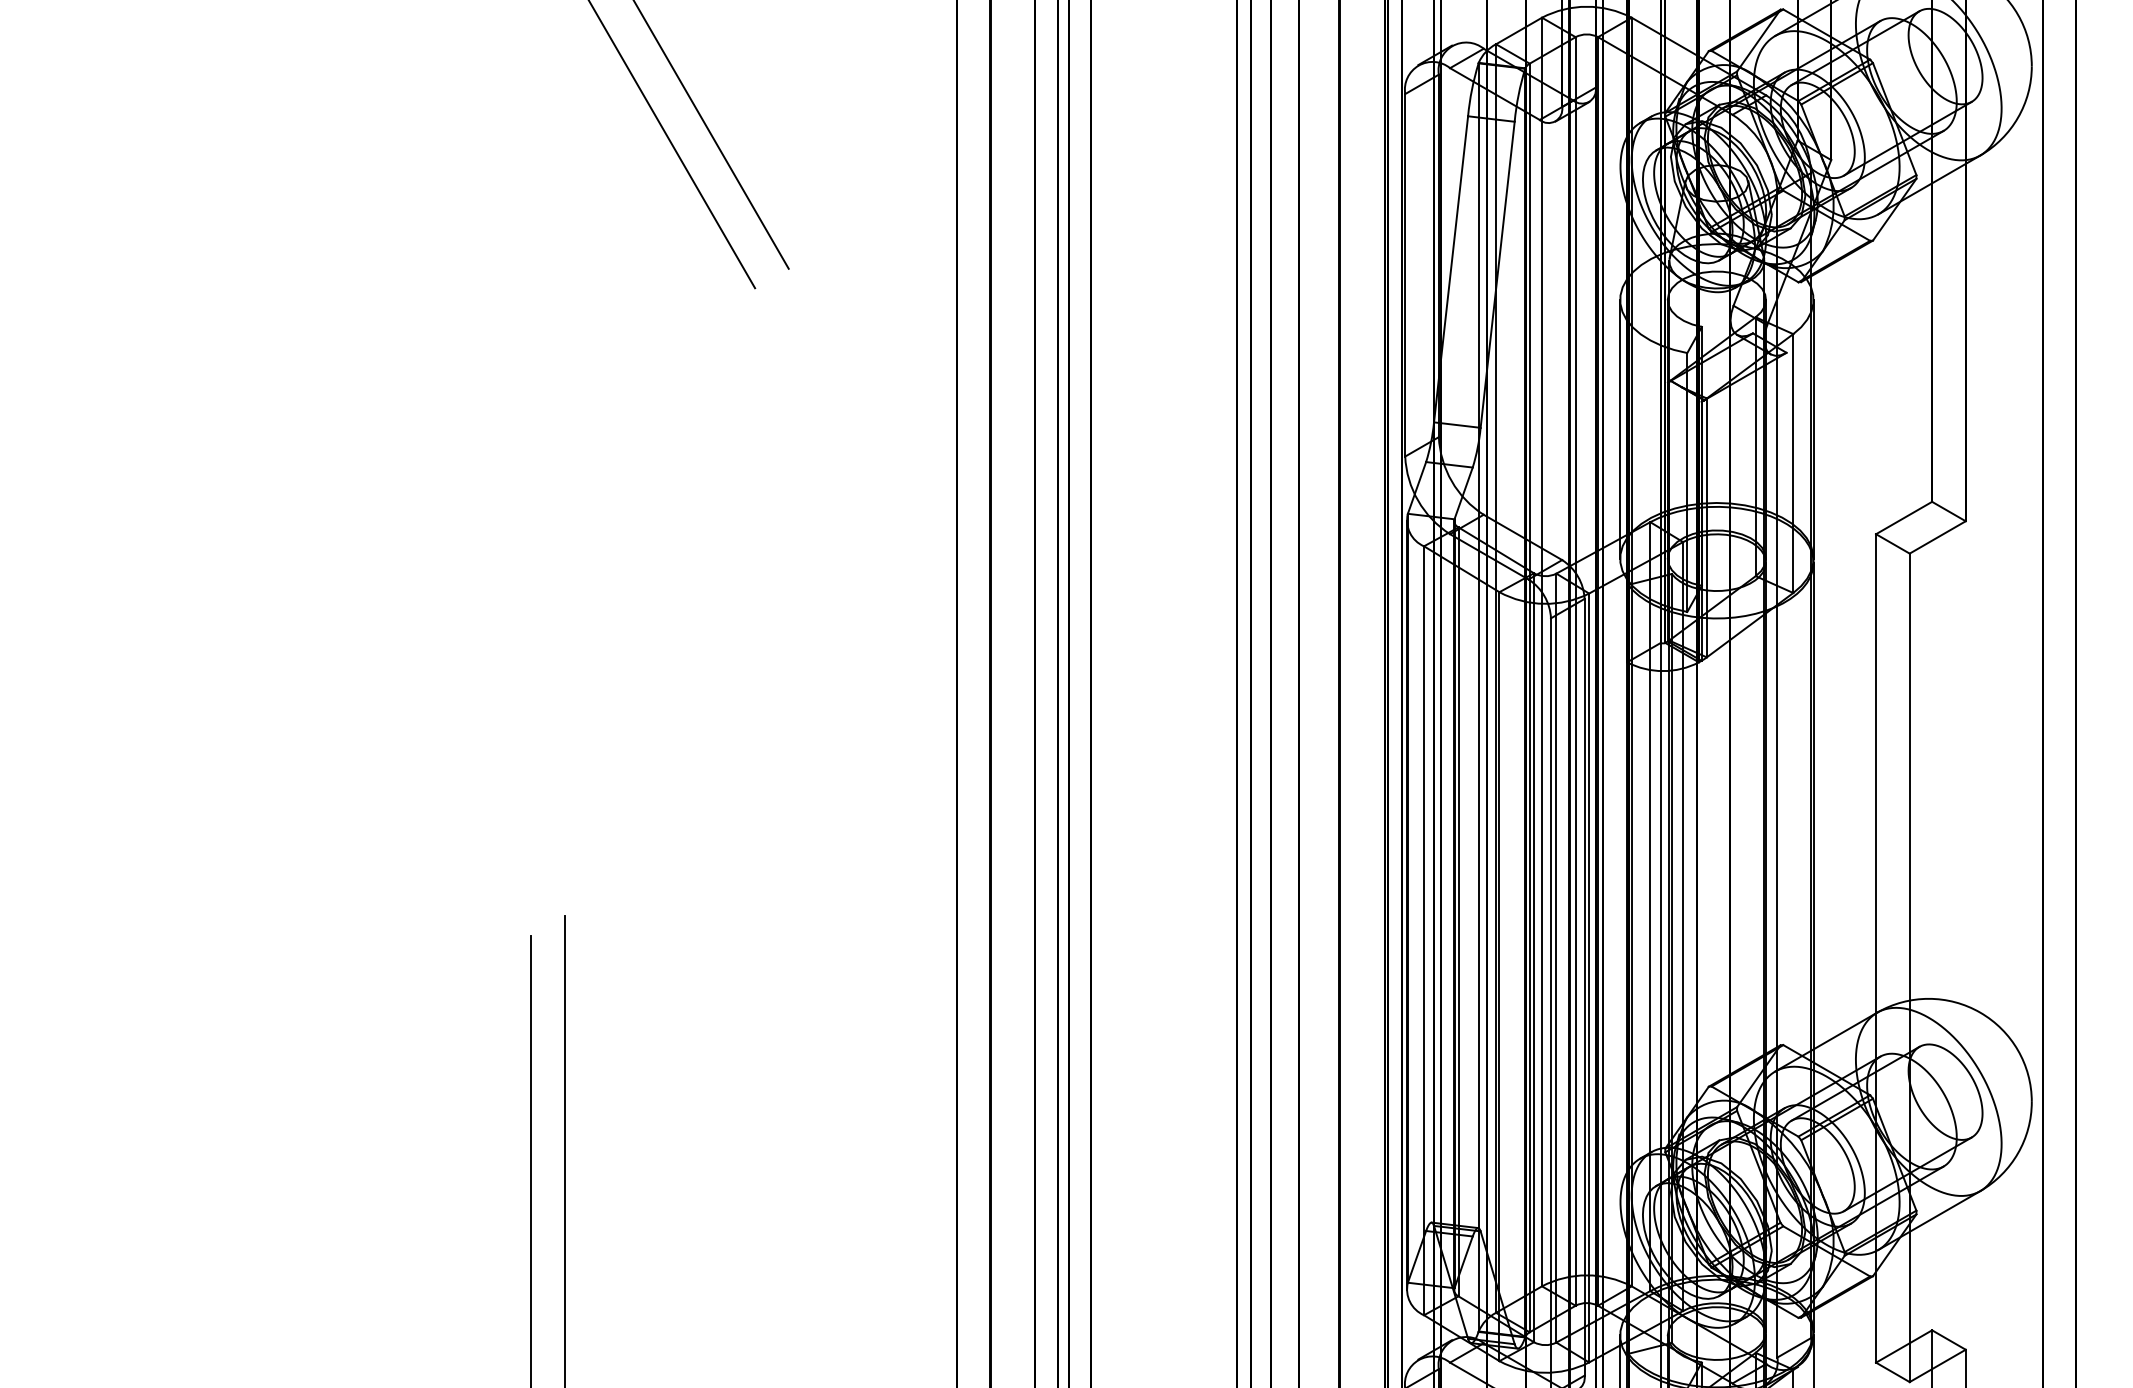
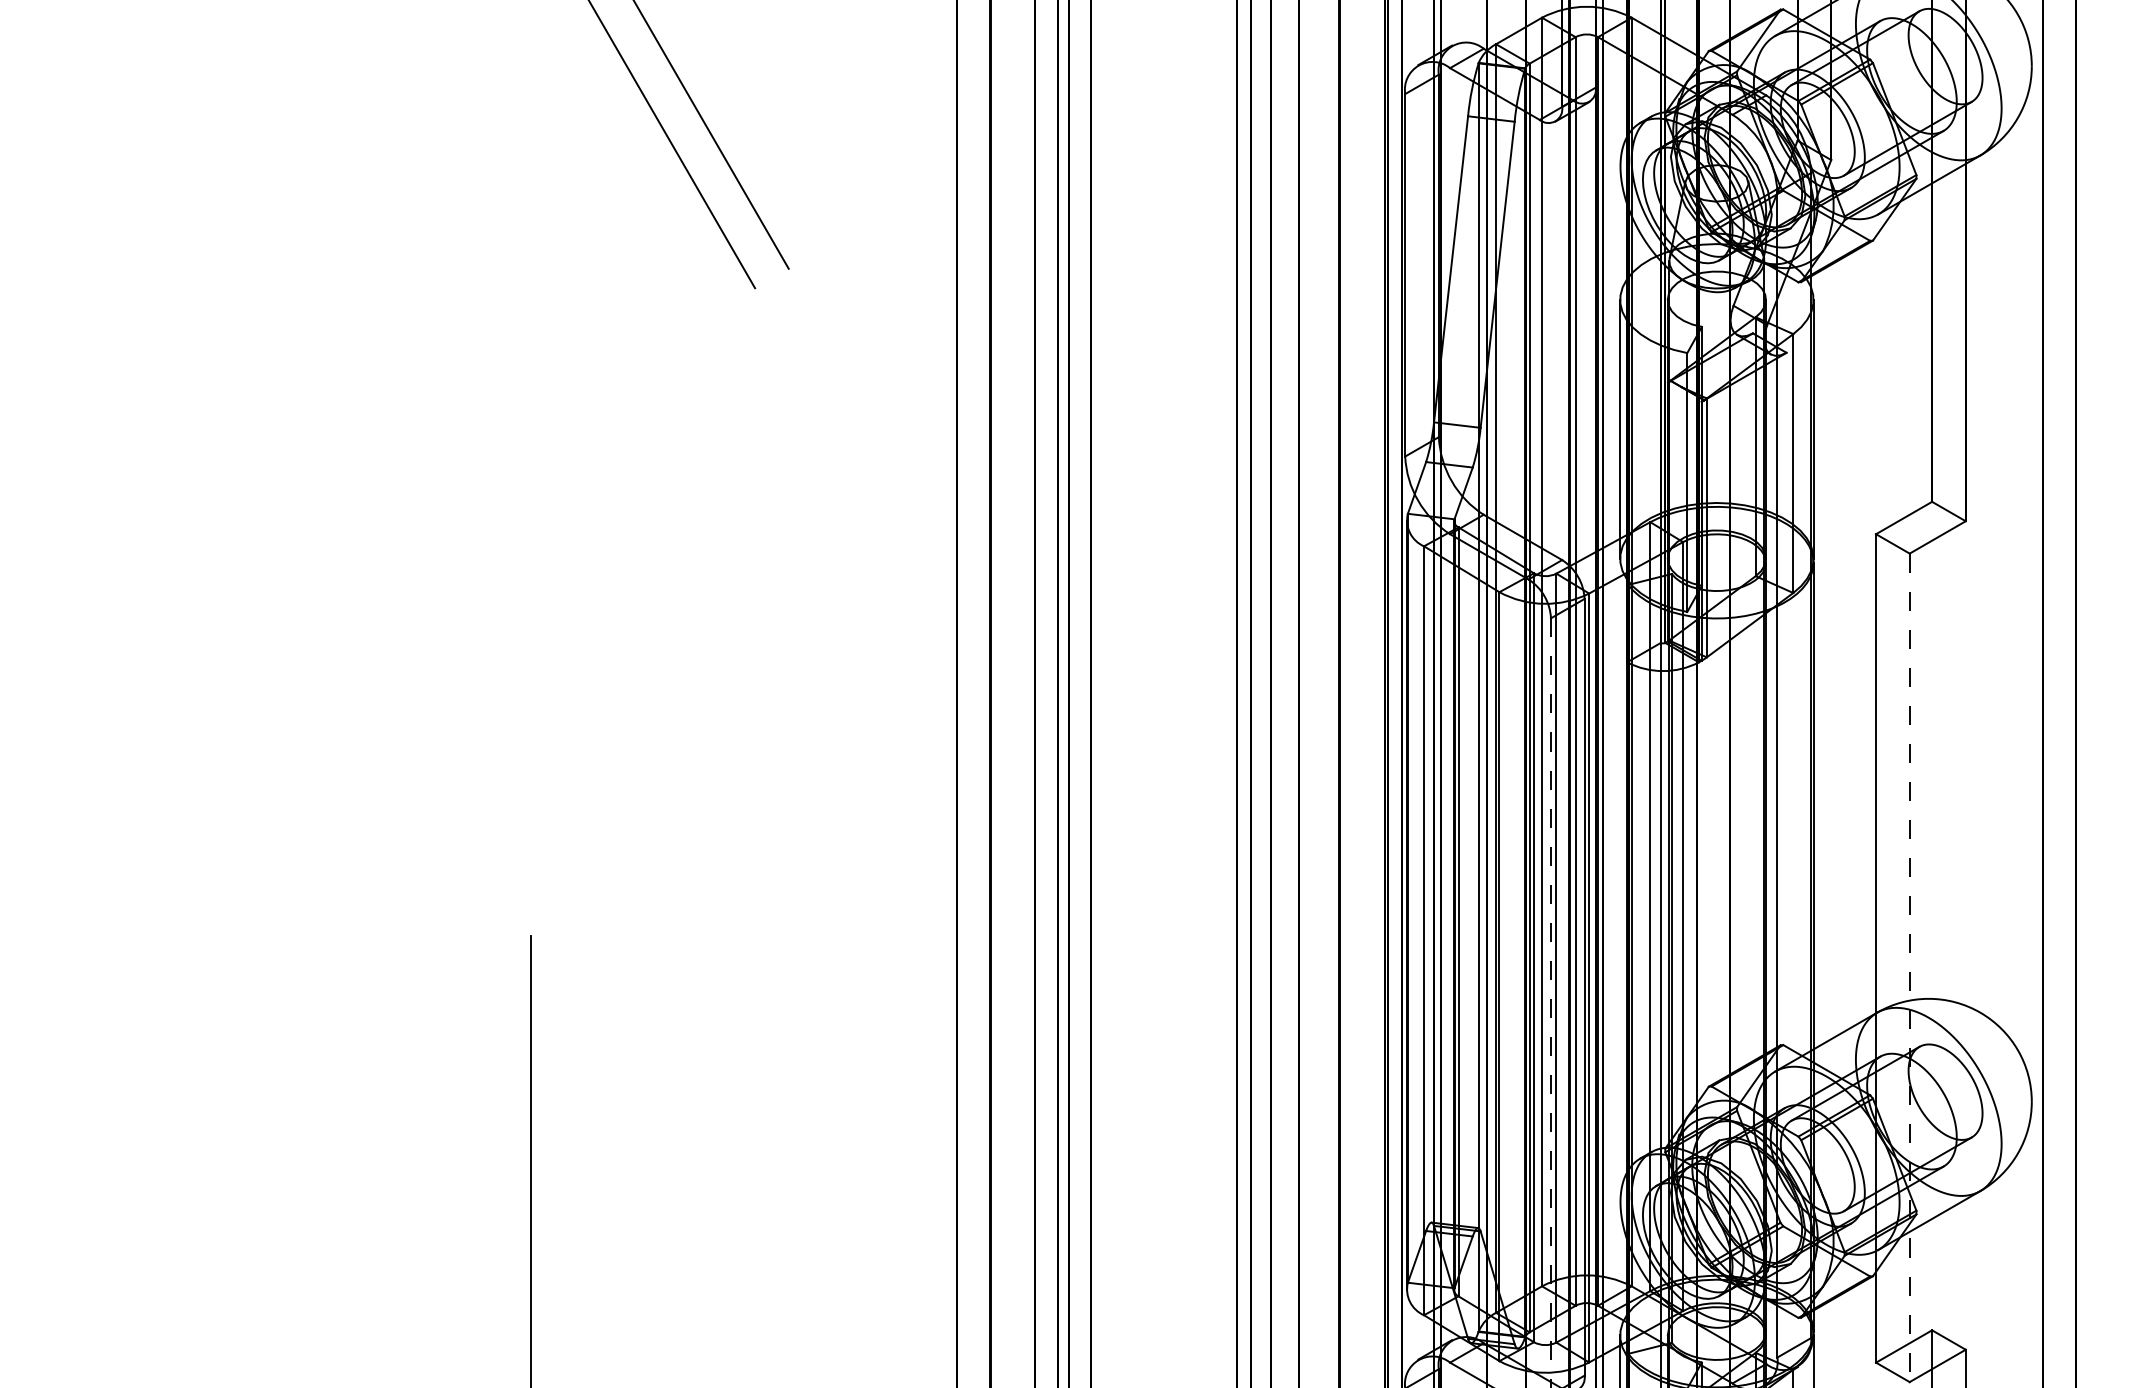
line at (1909, 968): solid -> dashed
line at (1550, 1003): solid -> dashed
line at (564, 1150): present -> none
